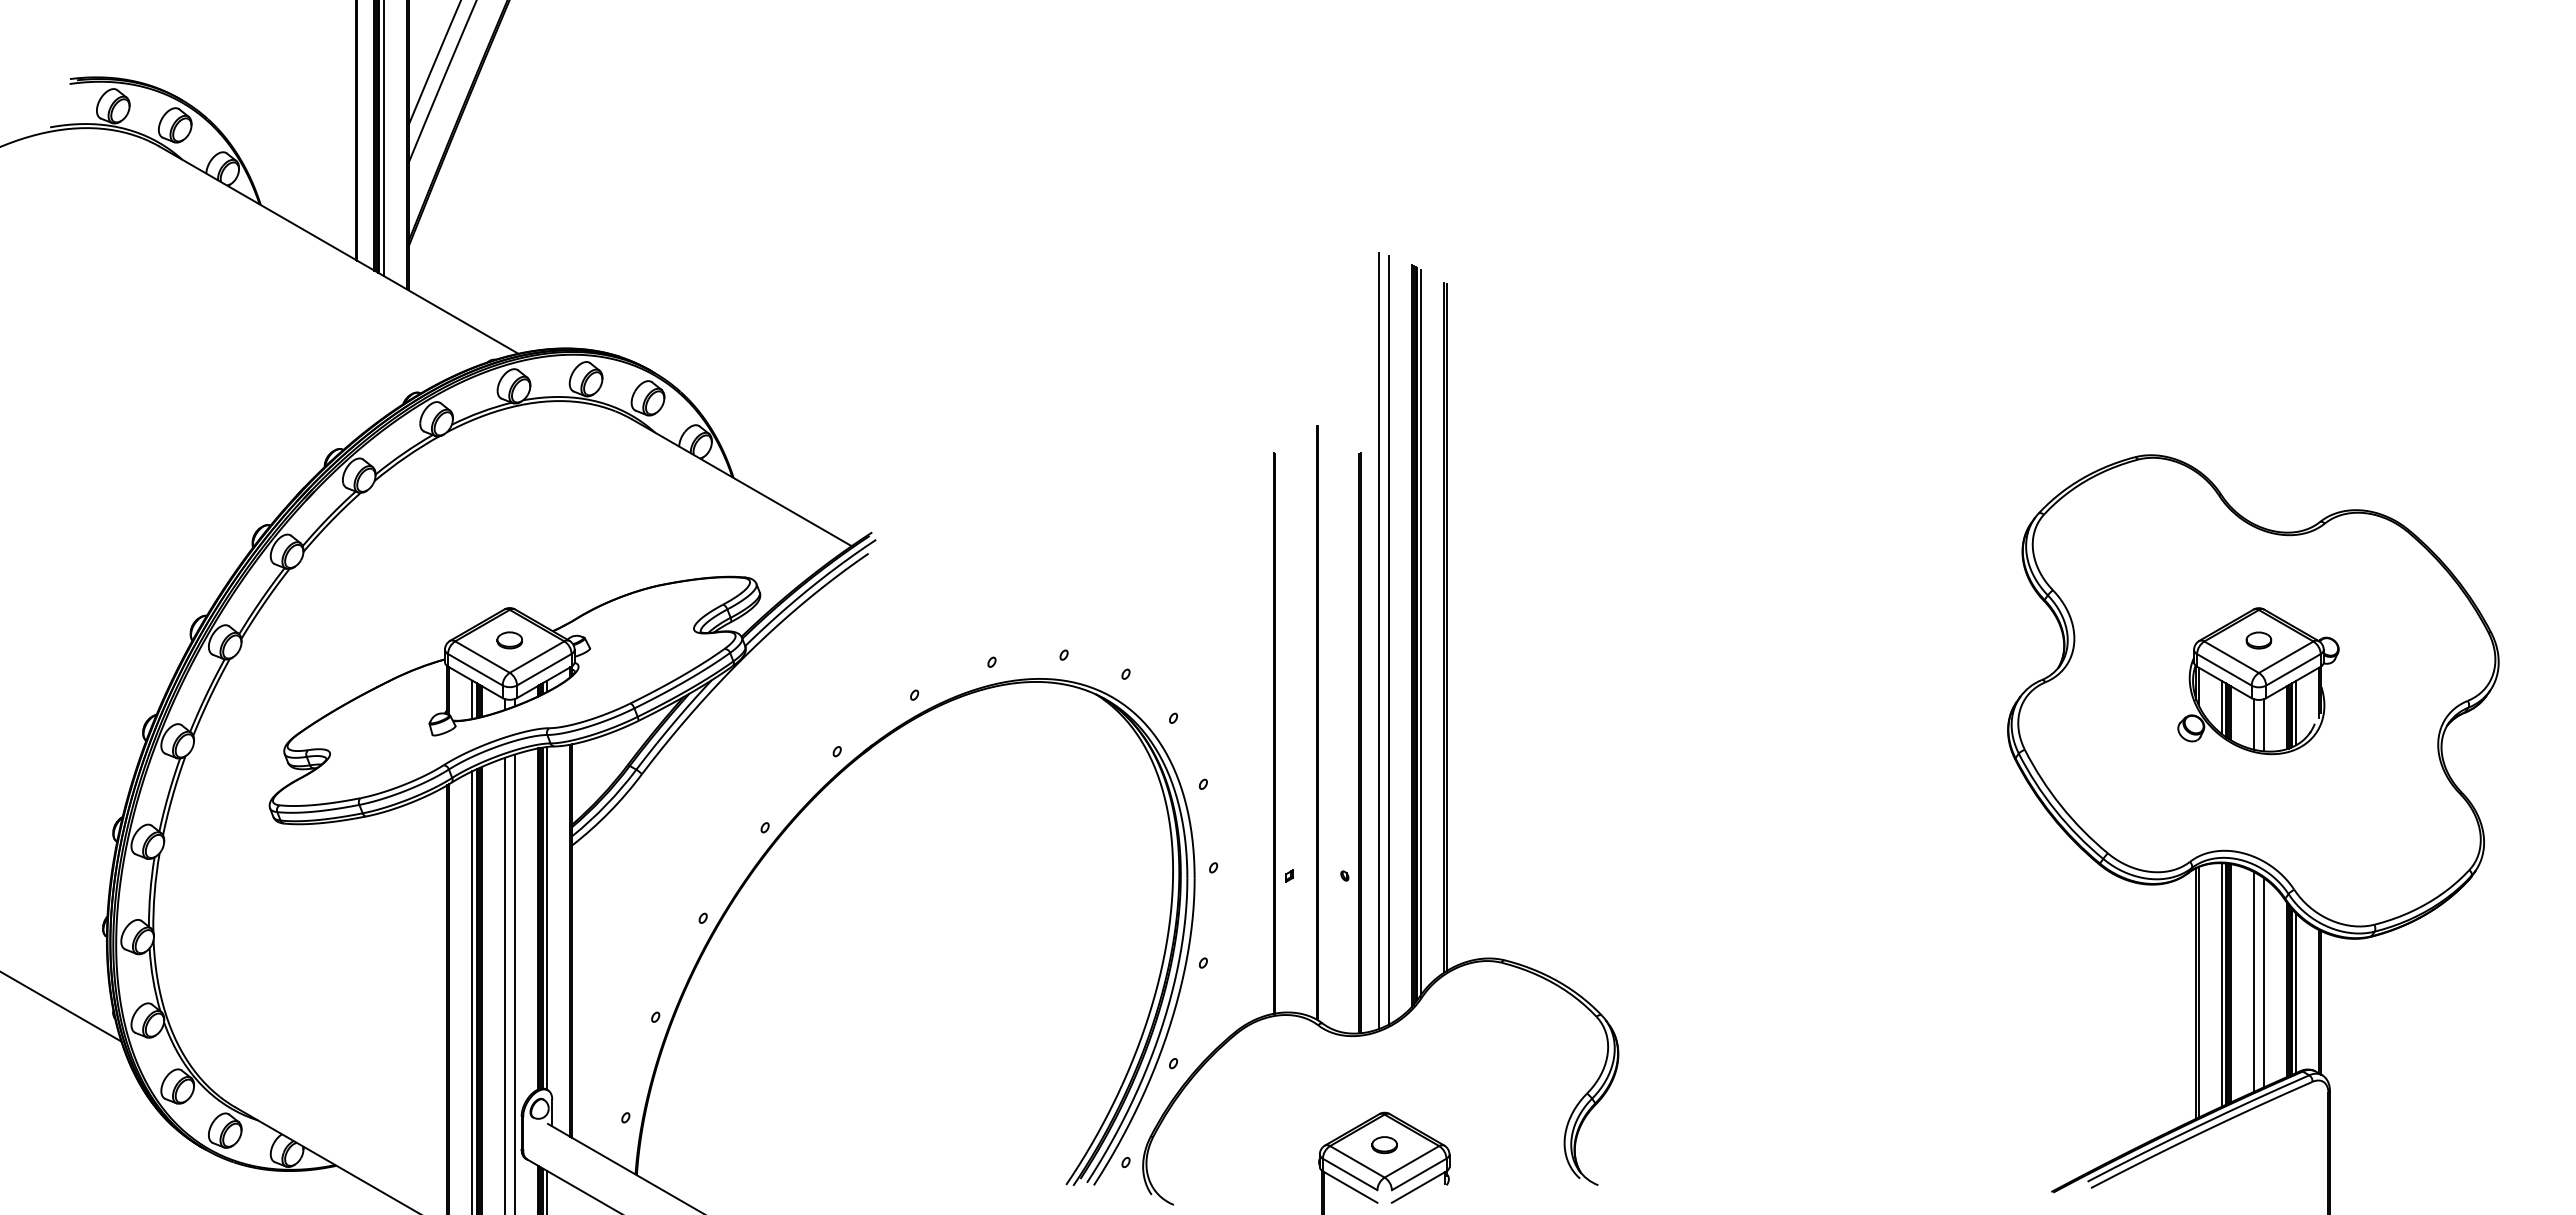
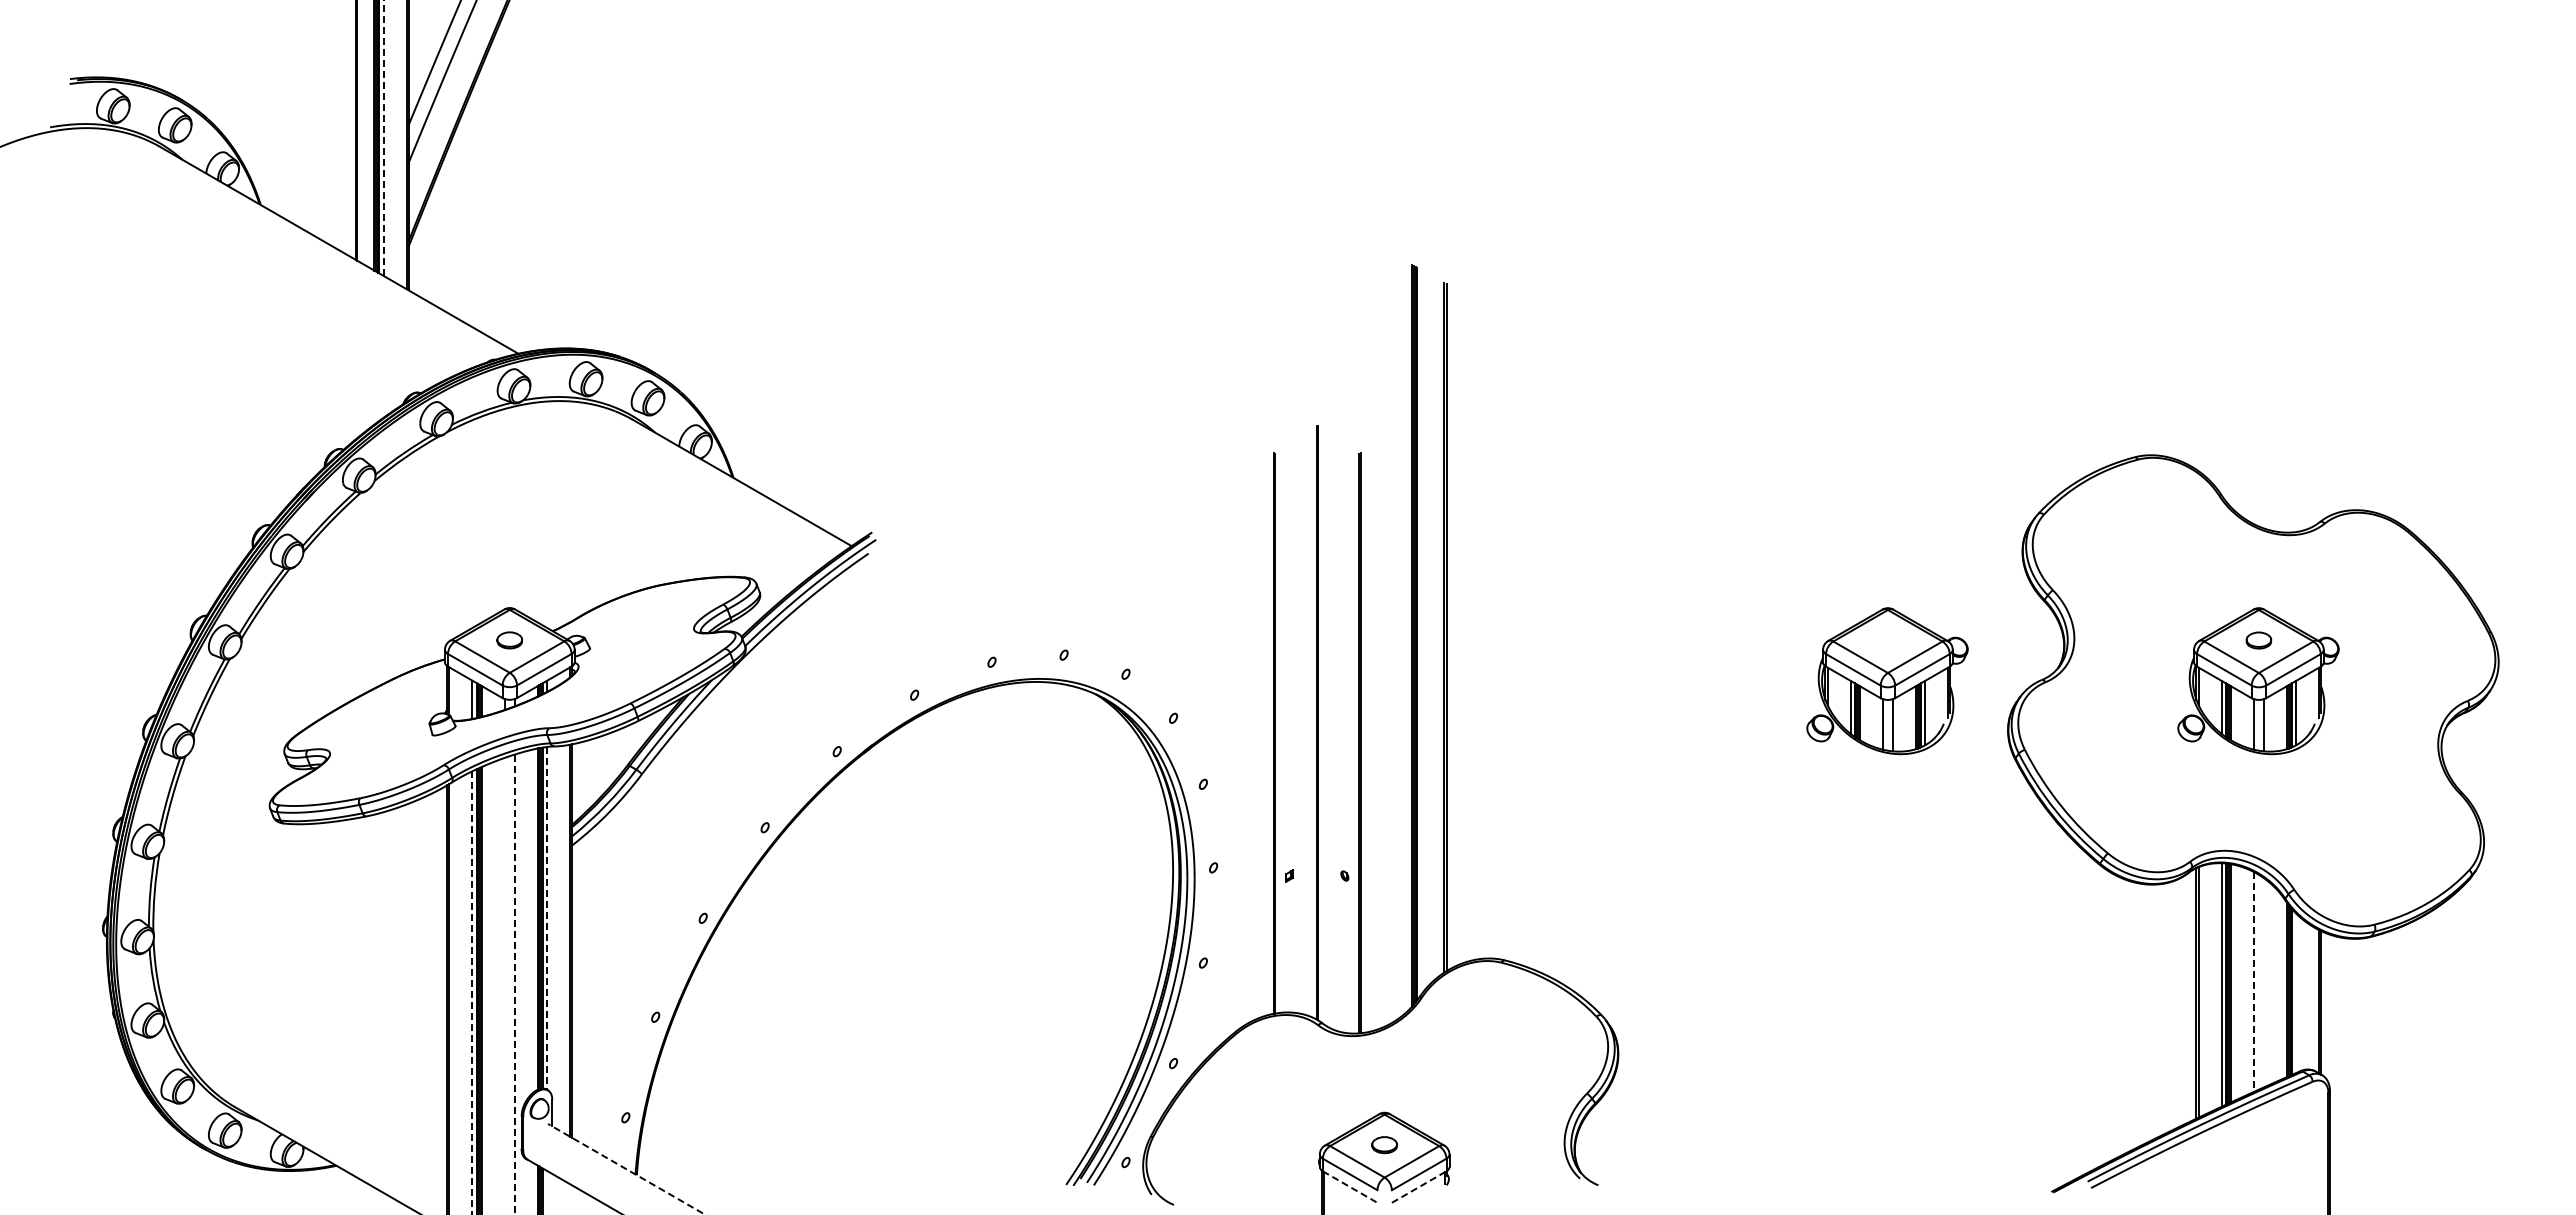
line at (383, 137): solid -> dashed
line at (1421, 631): present -> none
line at (1379, 640): present -> none
line at (1389, 640): present -> none
part at (1887, 681): none -> present
line at (547, 918): solid -> dashed
line at (2253, 981): solid -> dashed
line at (2264, 982): present -> none
line at (504, 984): present -> none
line at (514, 984): solid -> dashed
line at (2296, 992): present -> none
line at (472, 993): solid -> dashed
line at (61, 1007): present -> none
line at (626, 1169): solid -> dashed
line at (1419, 1186): solid -> dashed
line at (1350, 1187): solid -> dashed
line at (547, 1191): present -> none
